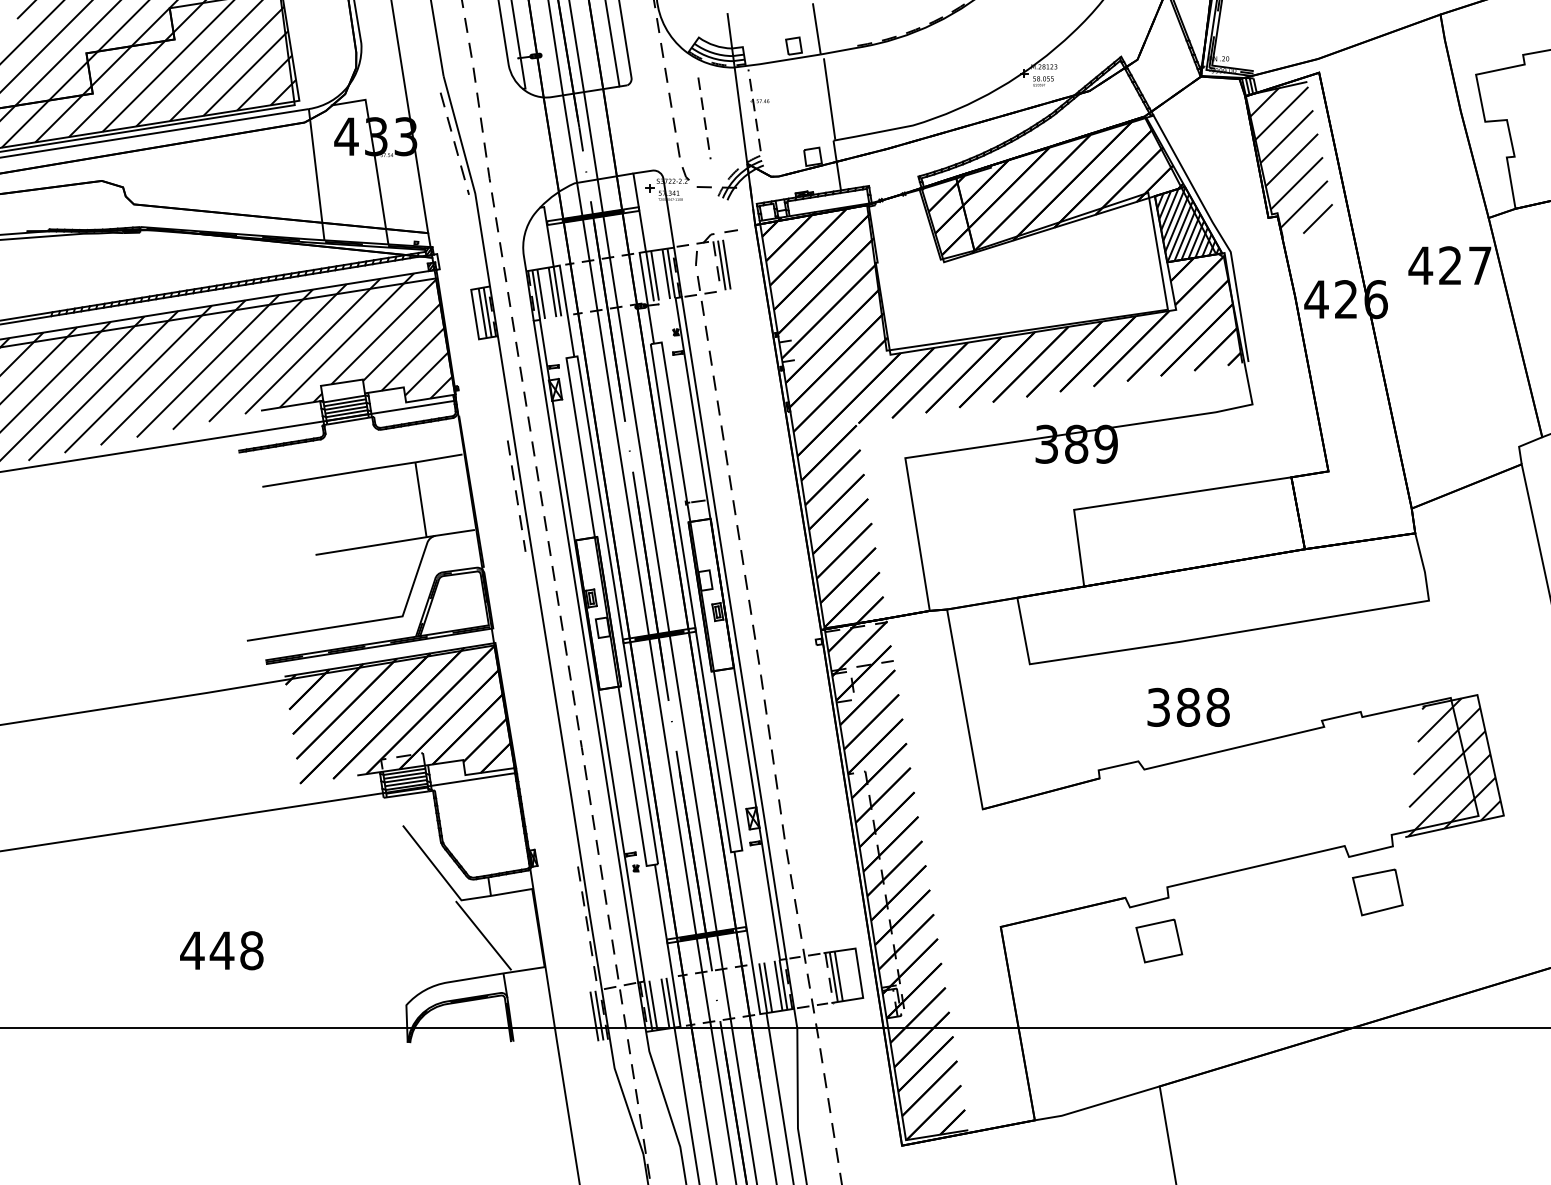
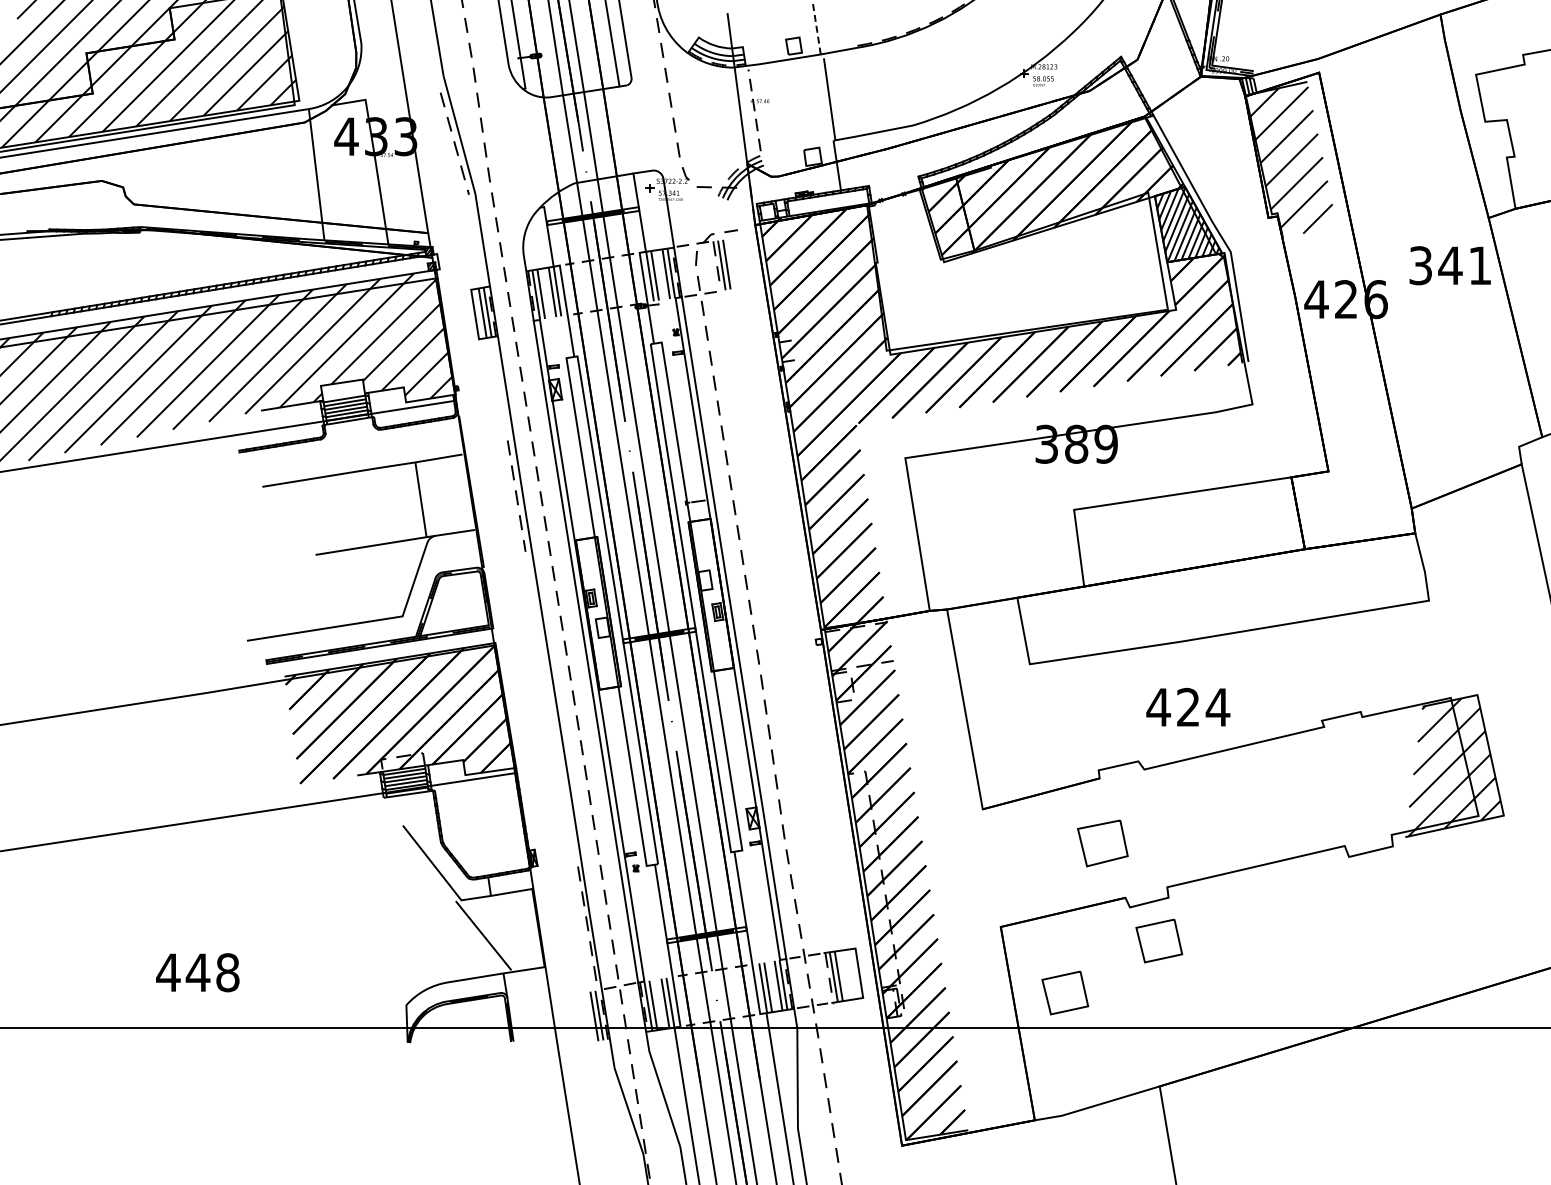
line at (816, 28): solid -> dashed
line at (704, 118): present -> none
text at (1449, 265): 427 -> 341
text at (1188, 706): 388 -> 424
part at (1377, 892) position: (1377, 892) -> (1102, 843)
text at (221, 950) position: (221, 950) -> (197, 972)
part at (1065, 992): none -> present
